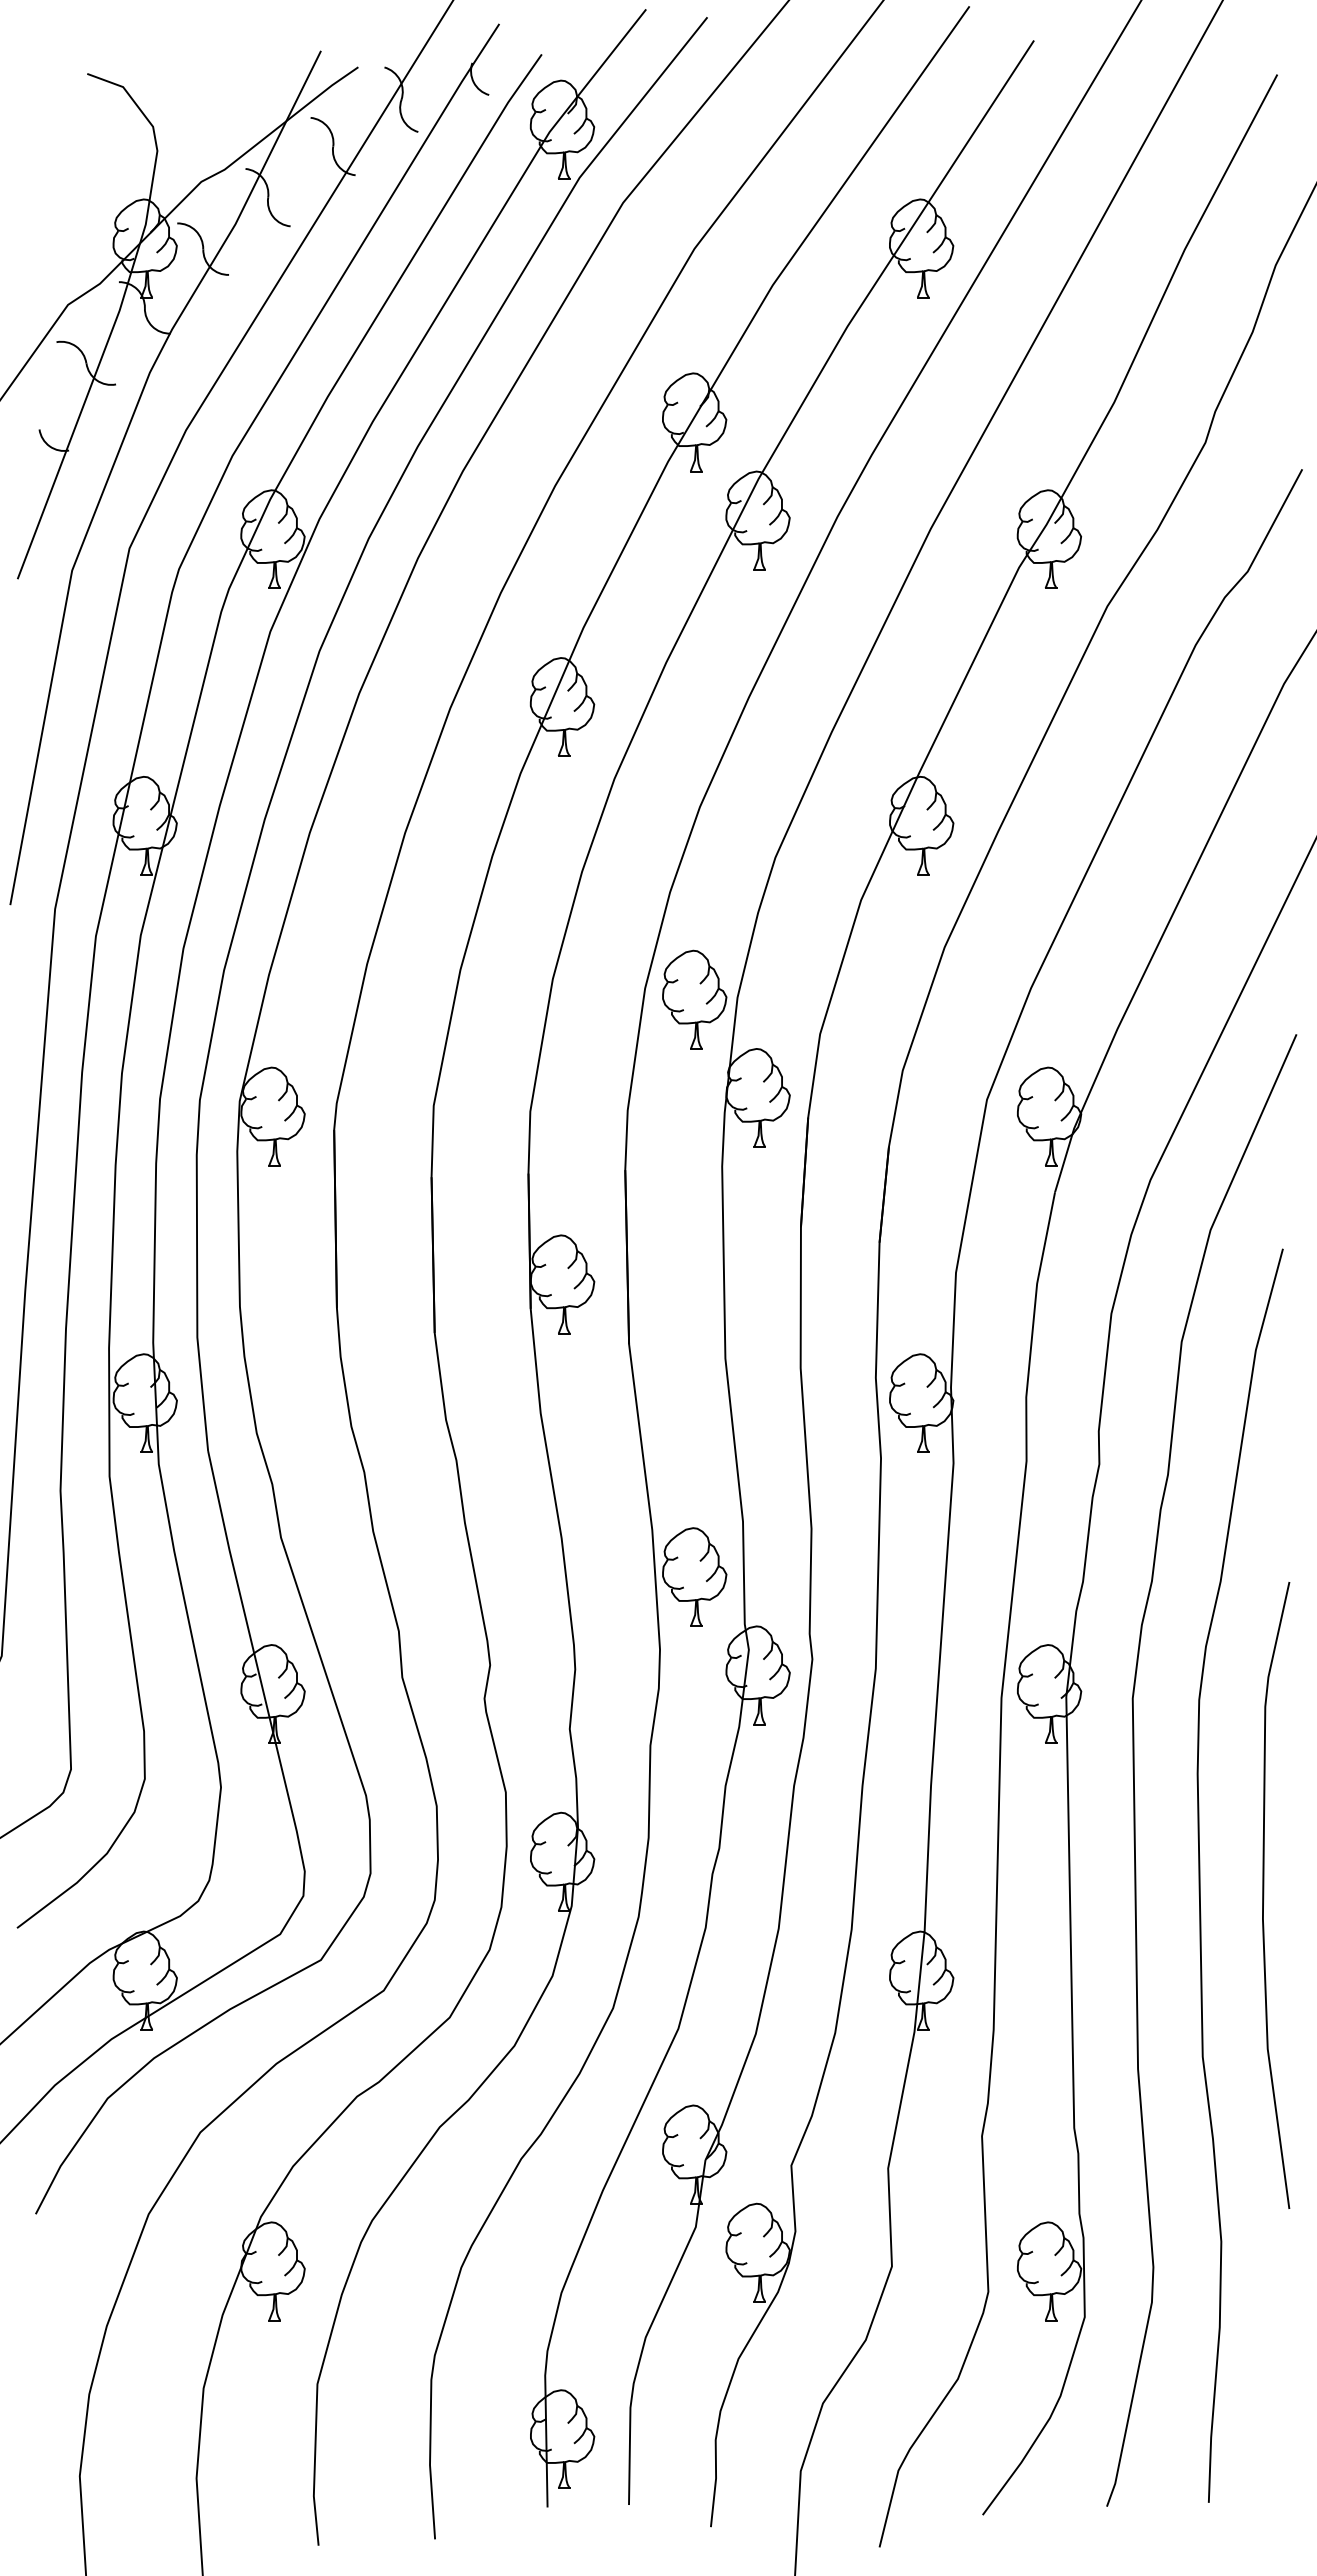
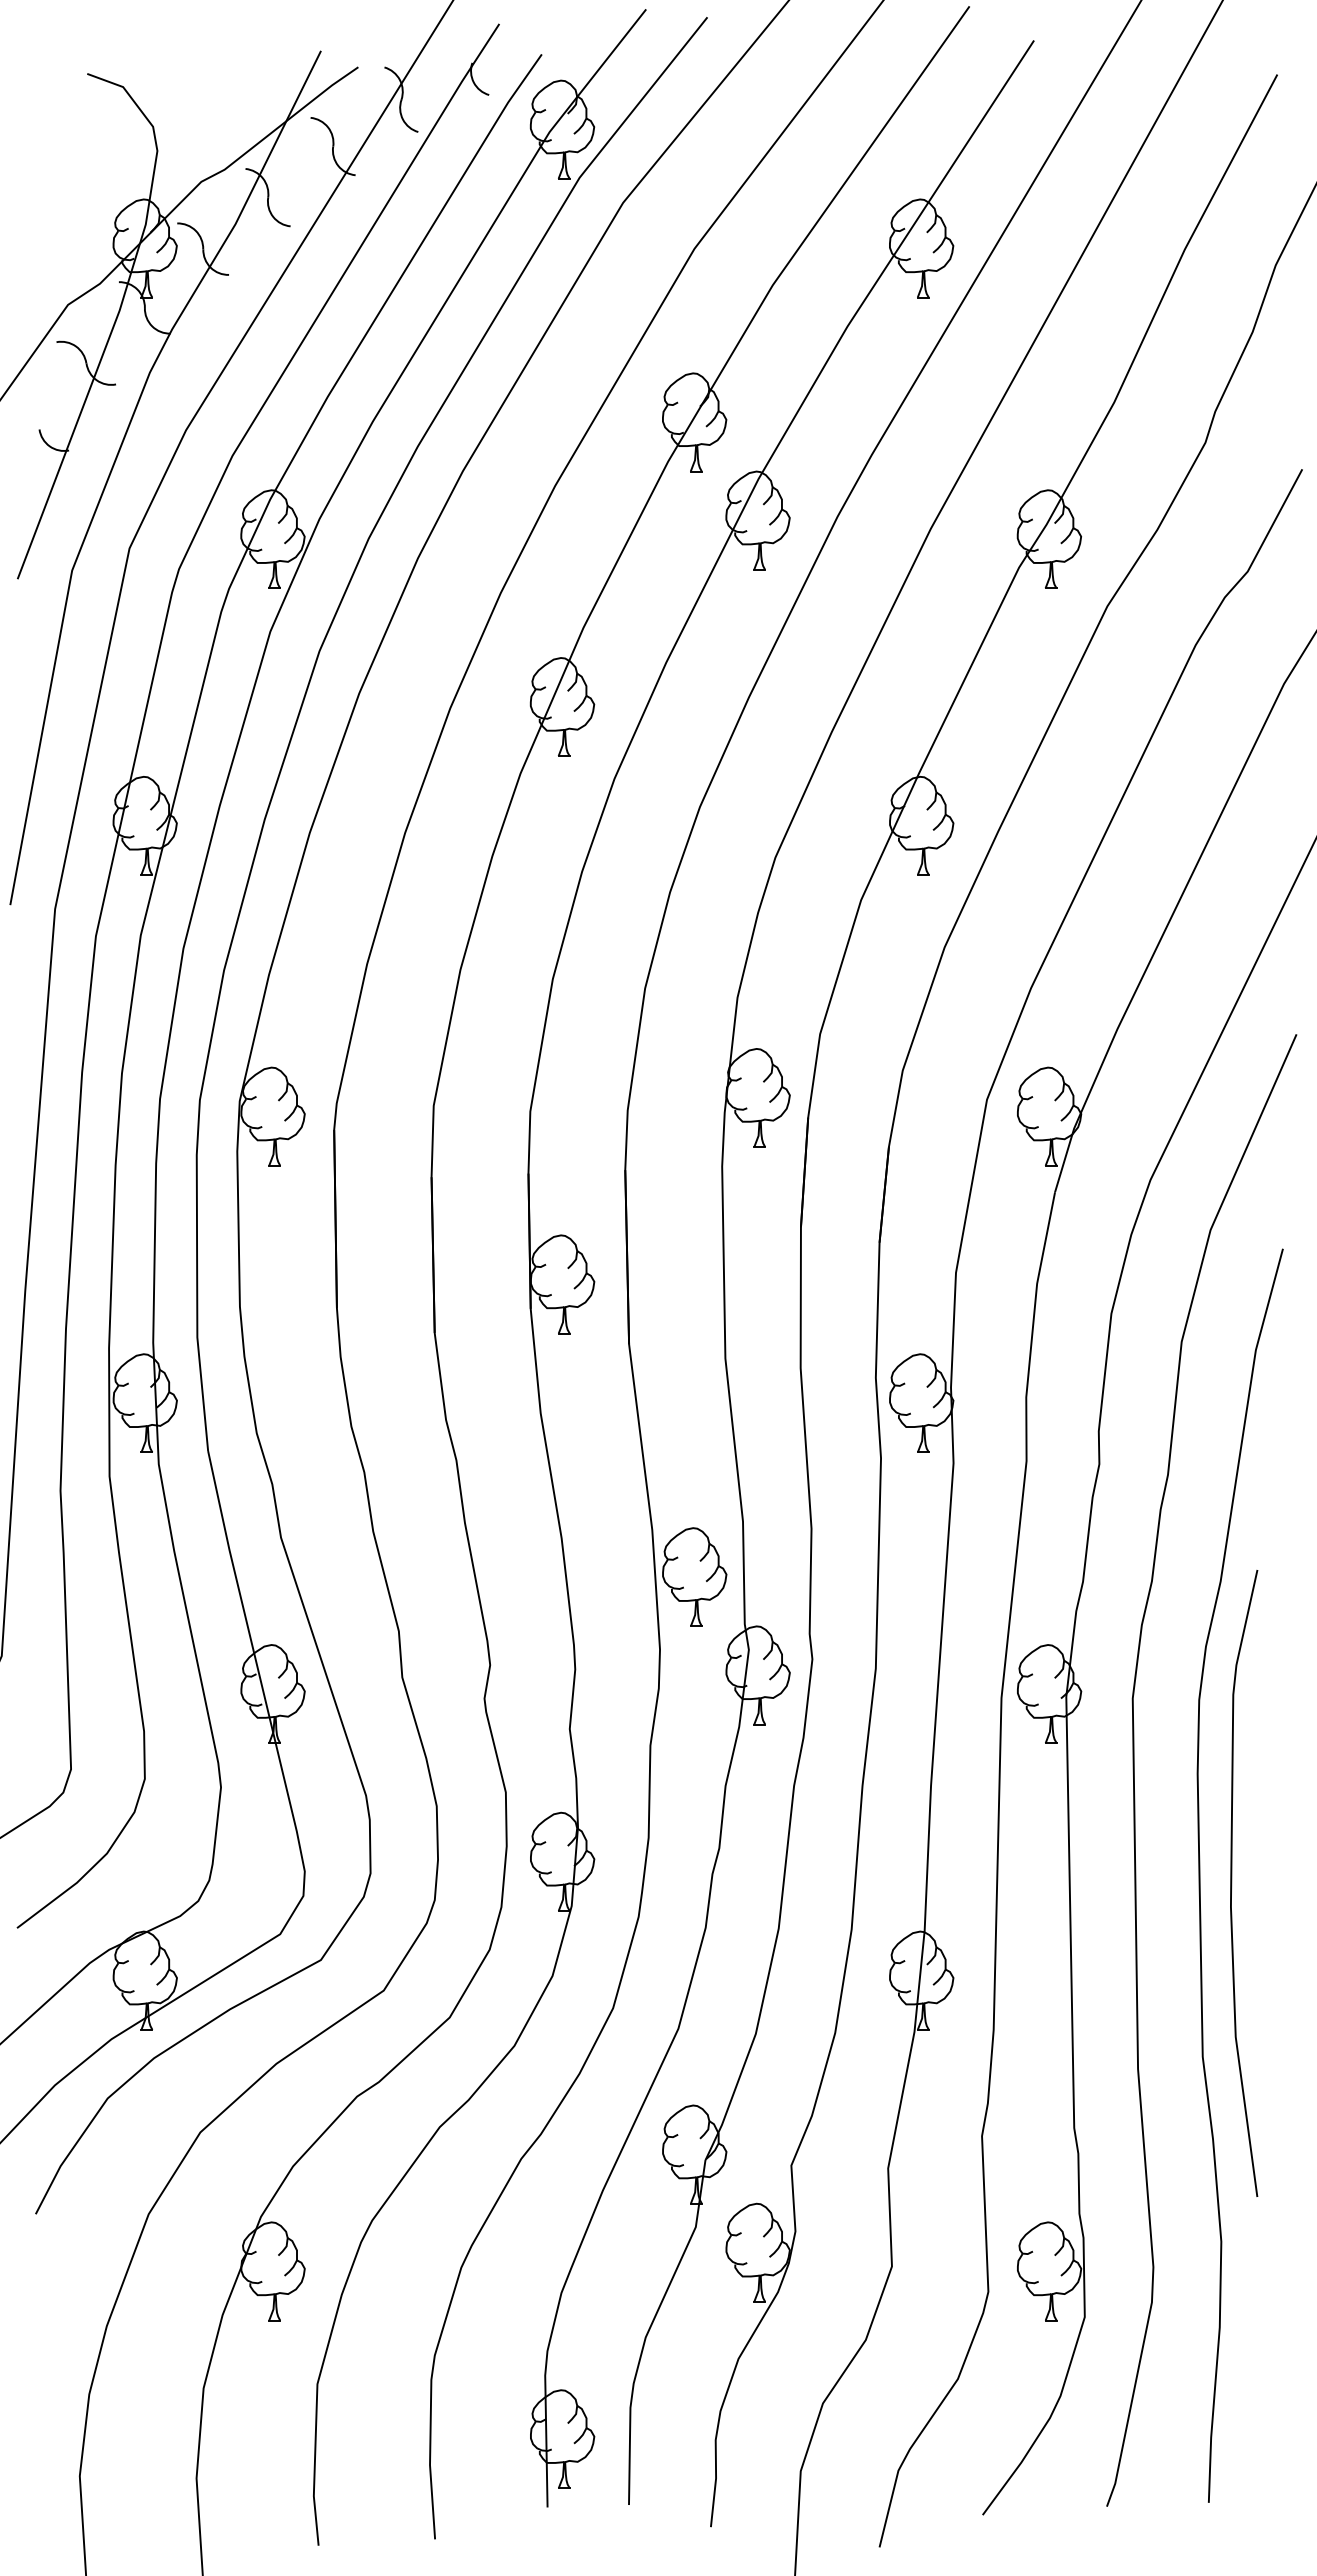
part at (694, 999): present -> none
curve at (1264, 1895) position: (1264, 1895) -> (1232, 1883)
